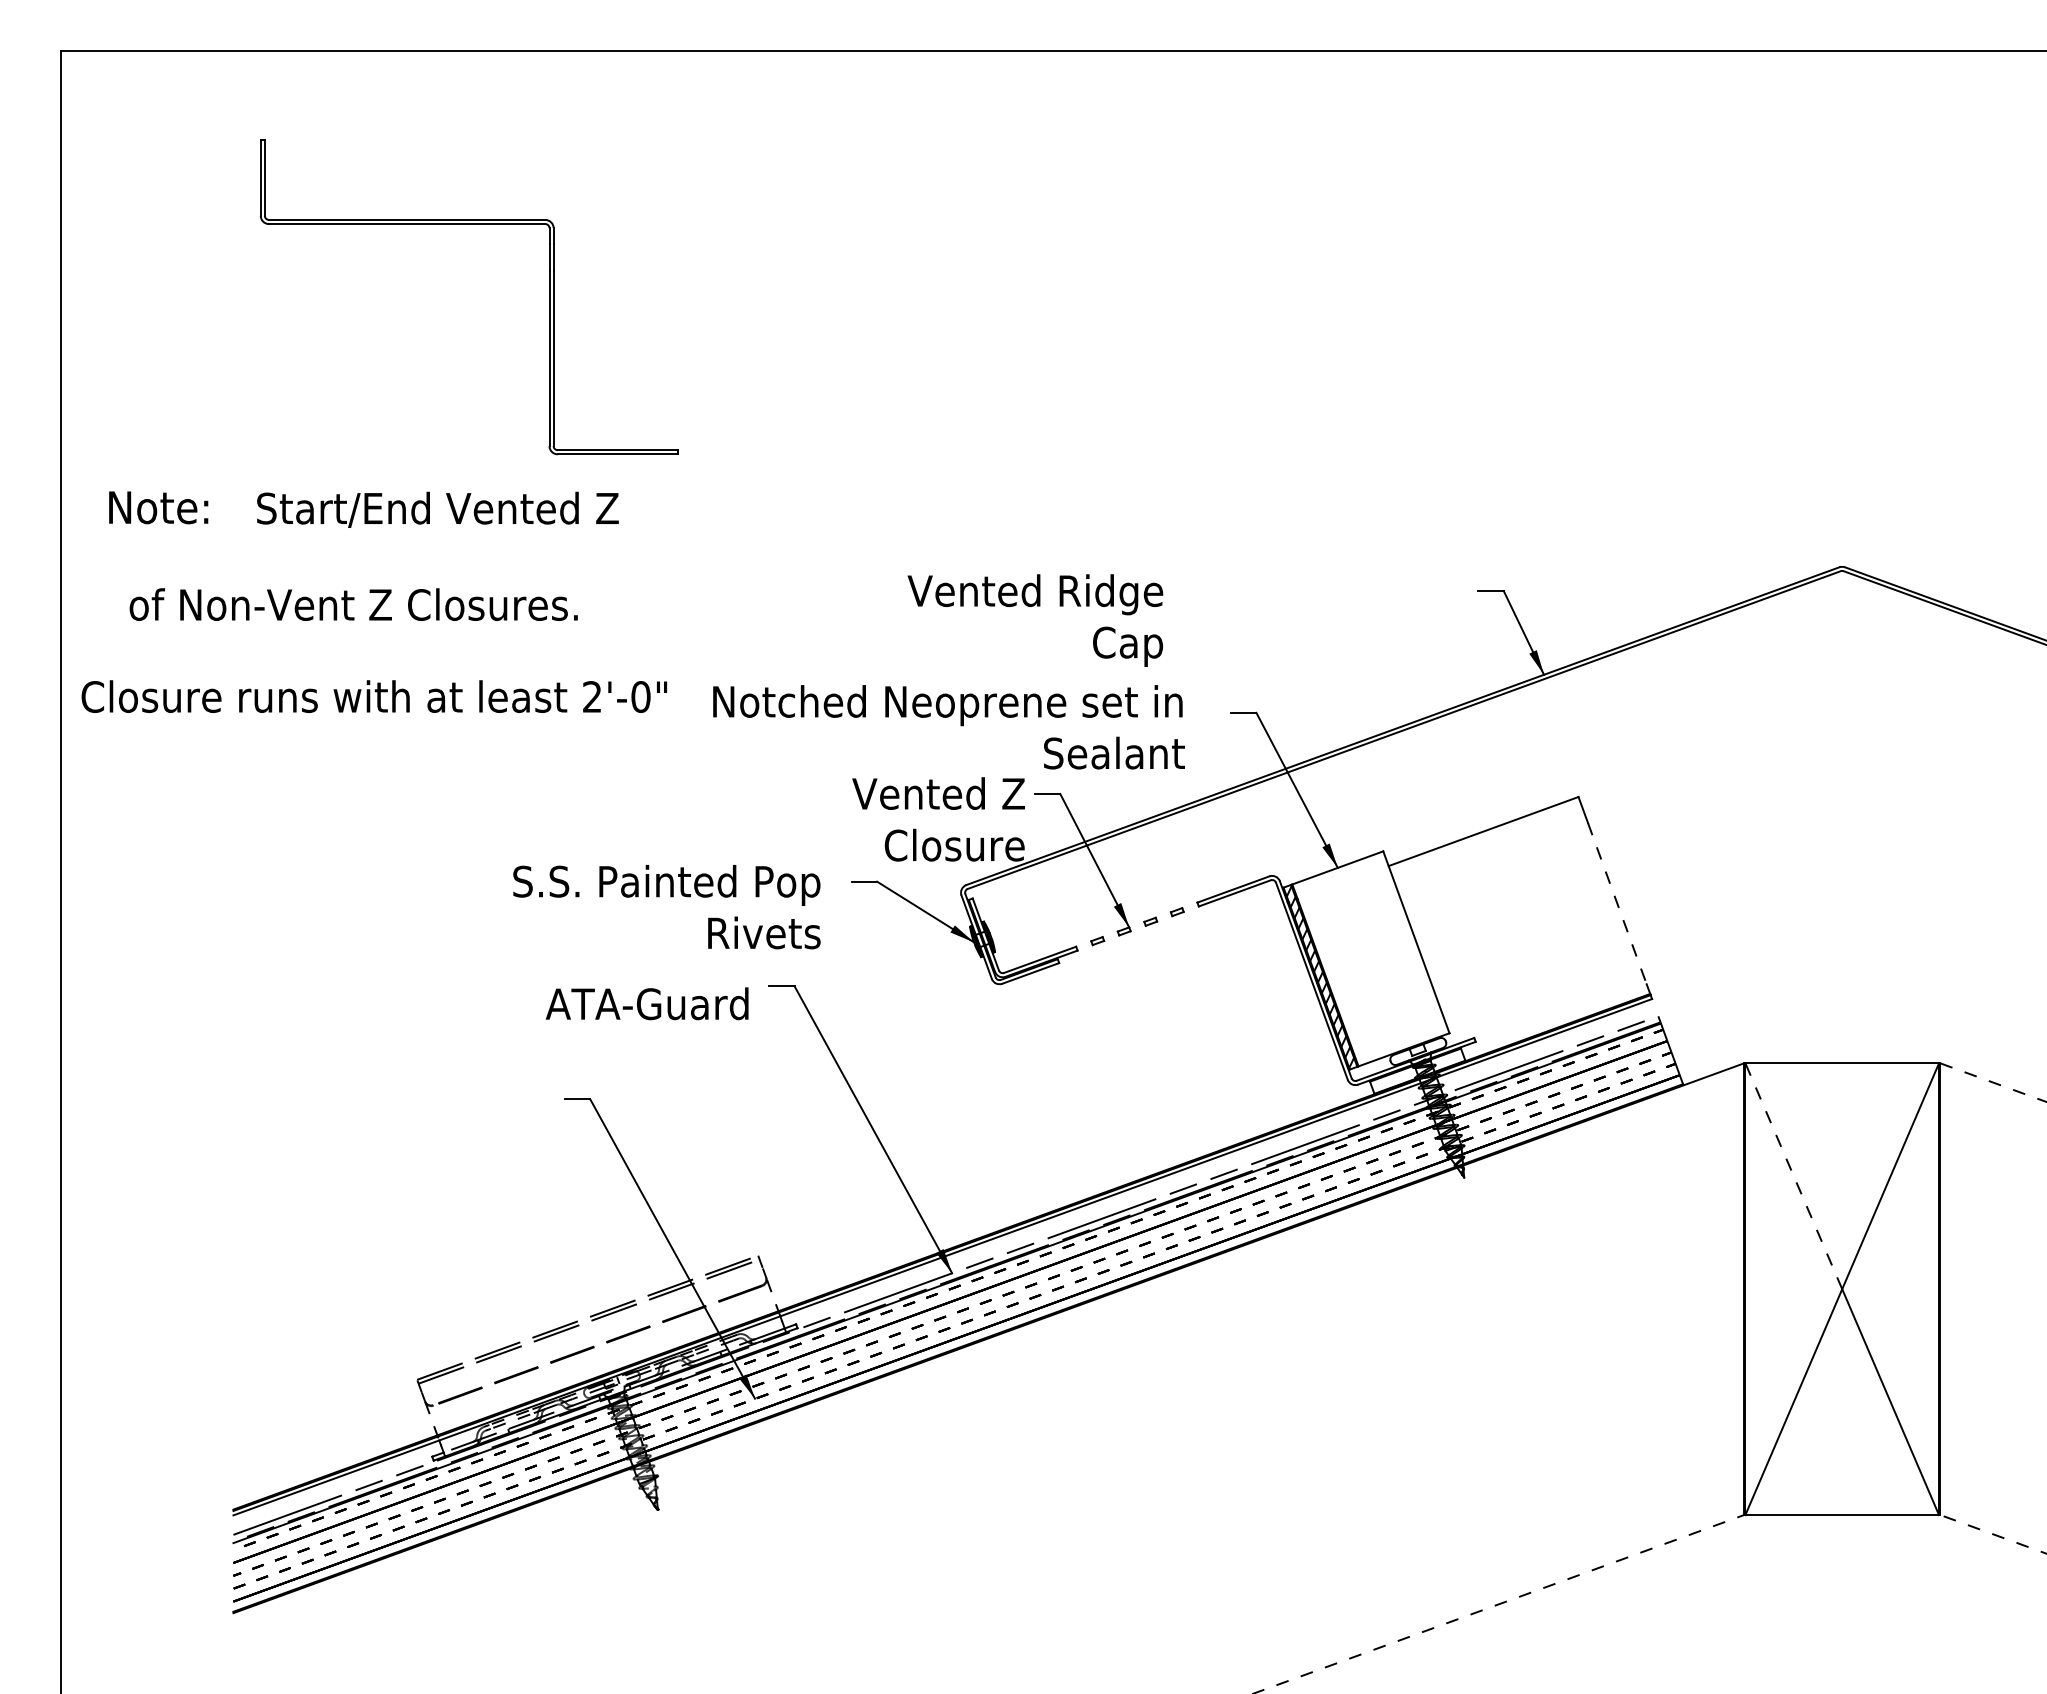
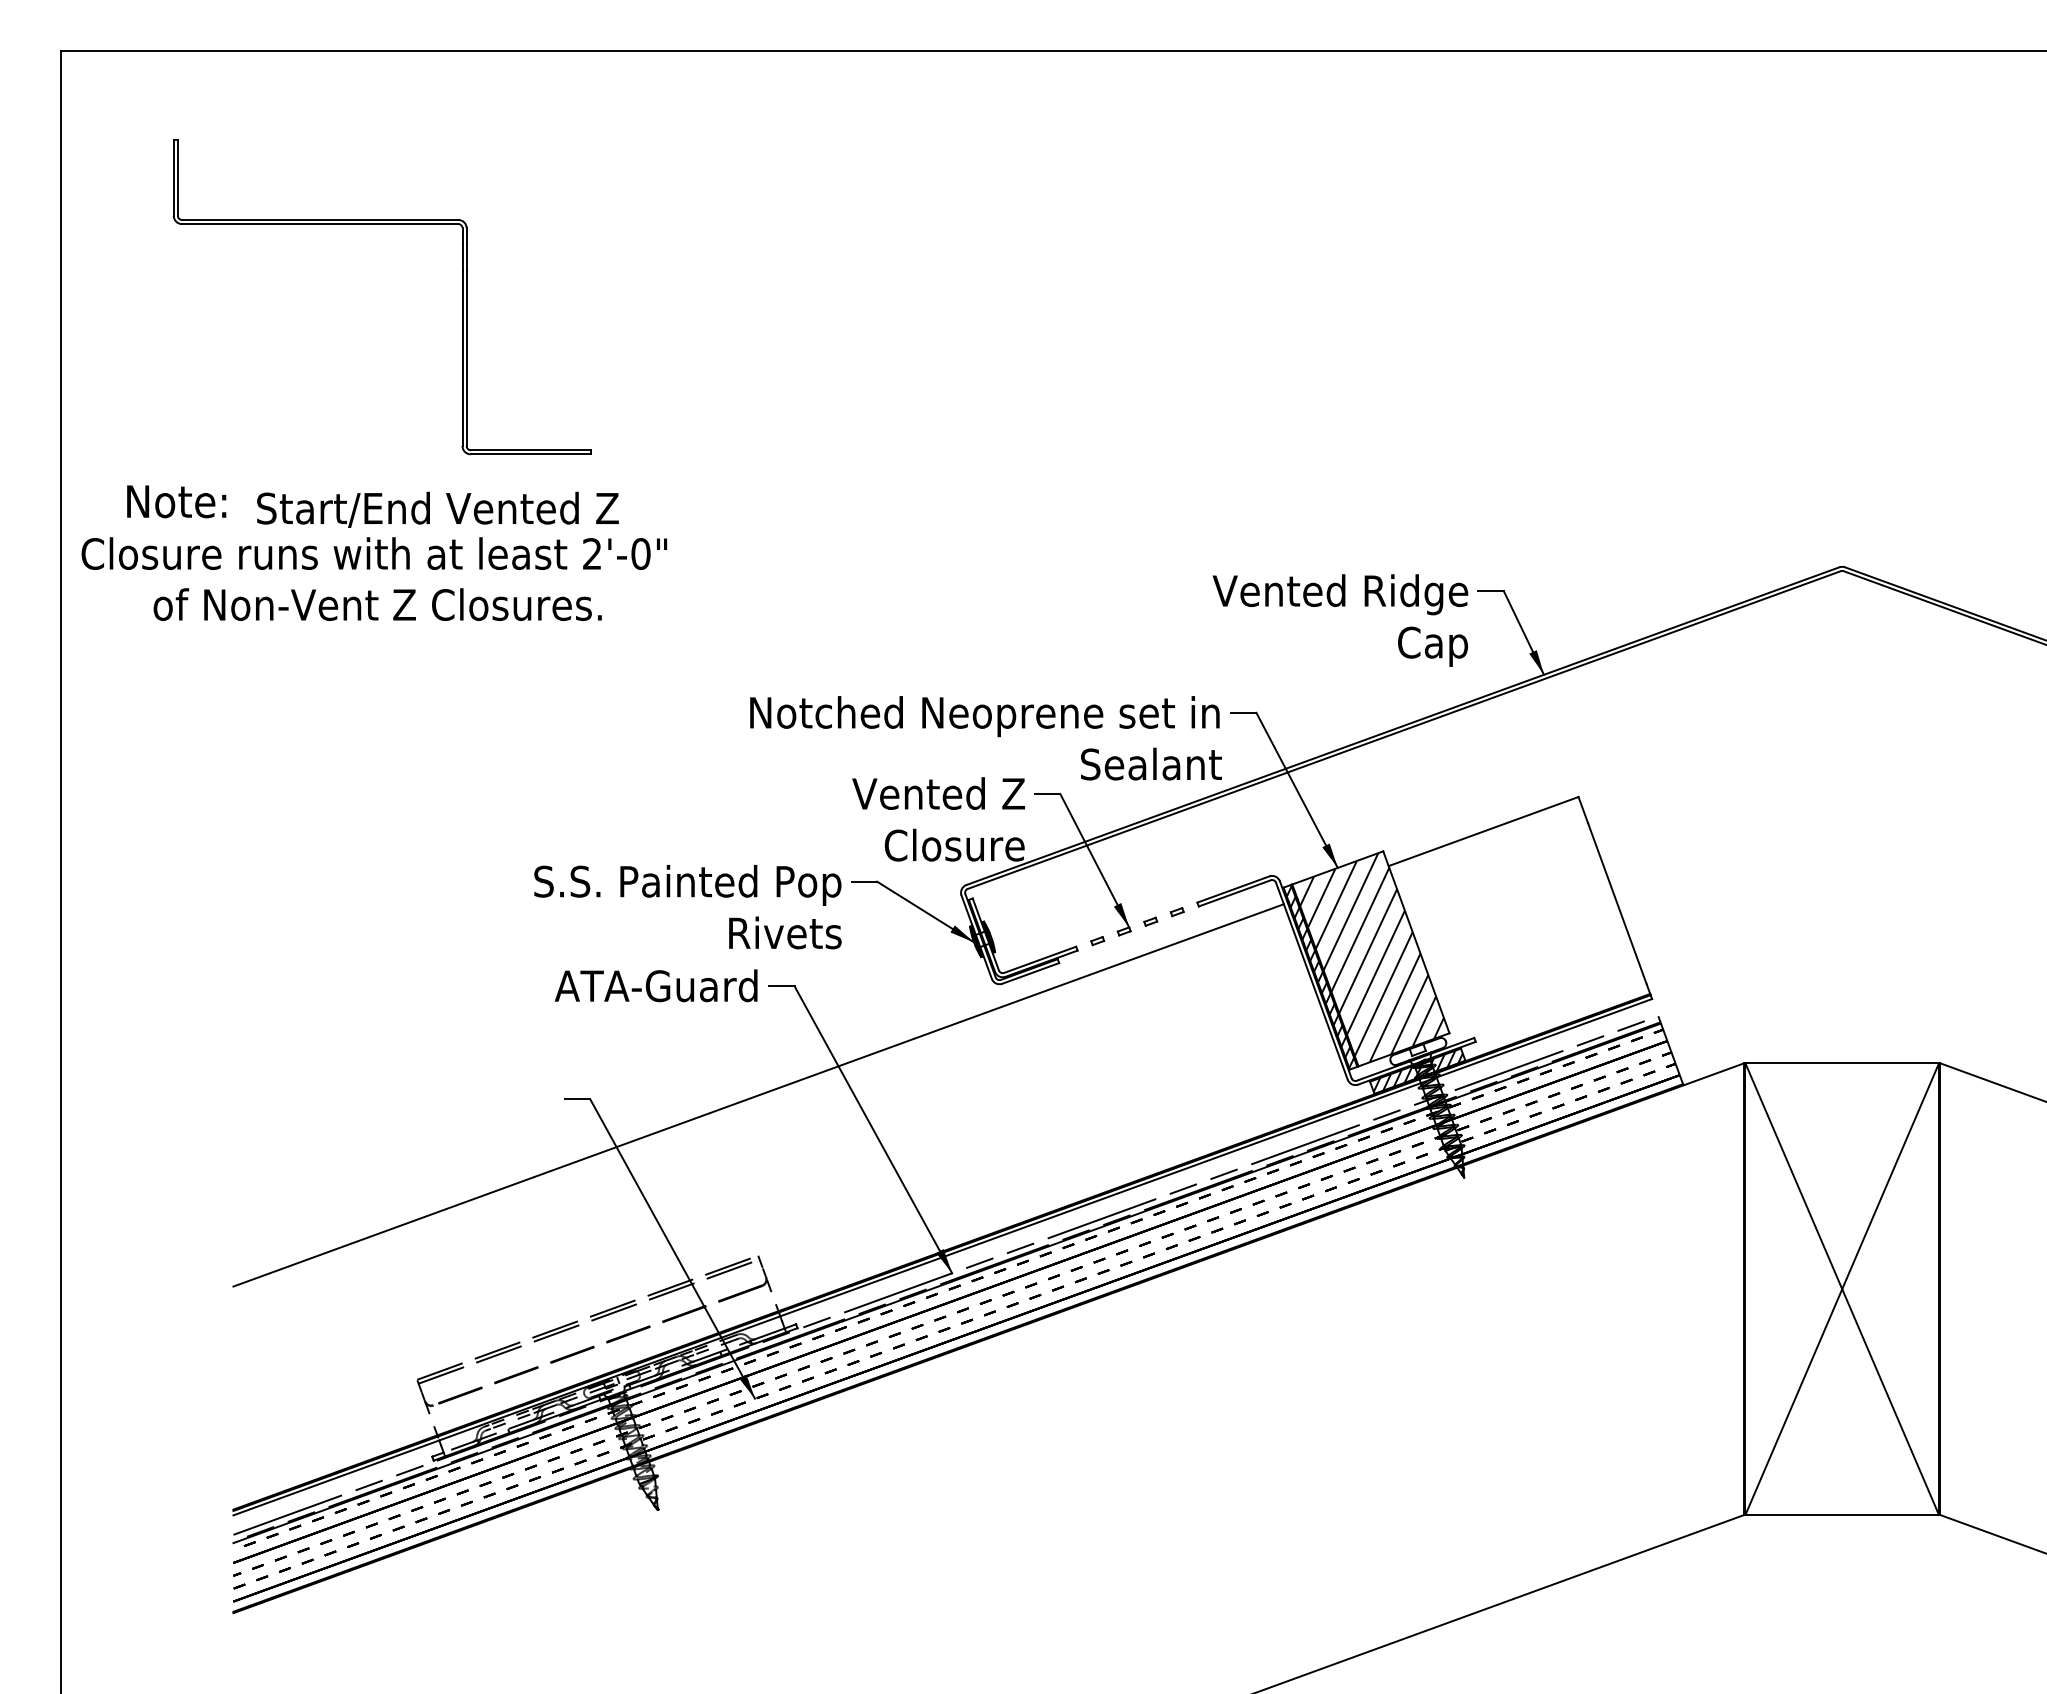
part at (468, 224) position: (468, 224) -> (381, 224)
text at (158, 507) position: (158, 507) -> (176, 501)
text at (353, 604) position: (353, 604) -> (377, 604)
text at (1035, 620) position: (1035, 620) -> (1340, 620)
text at (374, 696) position: (374, 696) -> (374, 553)
text at (948, 727) position: (948, 727) -> (985, 738)
line at (1617, 903): dashed -> solid
text at (666, 907) position: (666, 907) -> (687, 907)
hatch at (1367, 957): none -> present
text at (646, 1003) position: (646, 1003) -> (655, 985)
hatch at (1417, 1070): none -> present
line at (1993, 1082): dashed -> solid
line at (758, 1095): none -> present
line at (1793, 1176): dashed -> solid
line at (1992, 1534): dashed -> solid
line at (1498, 1604): dashed -> solid
